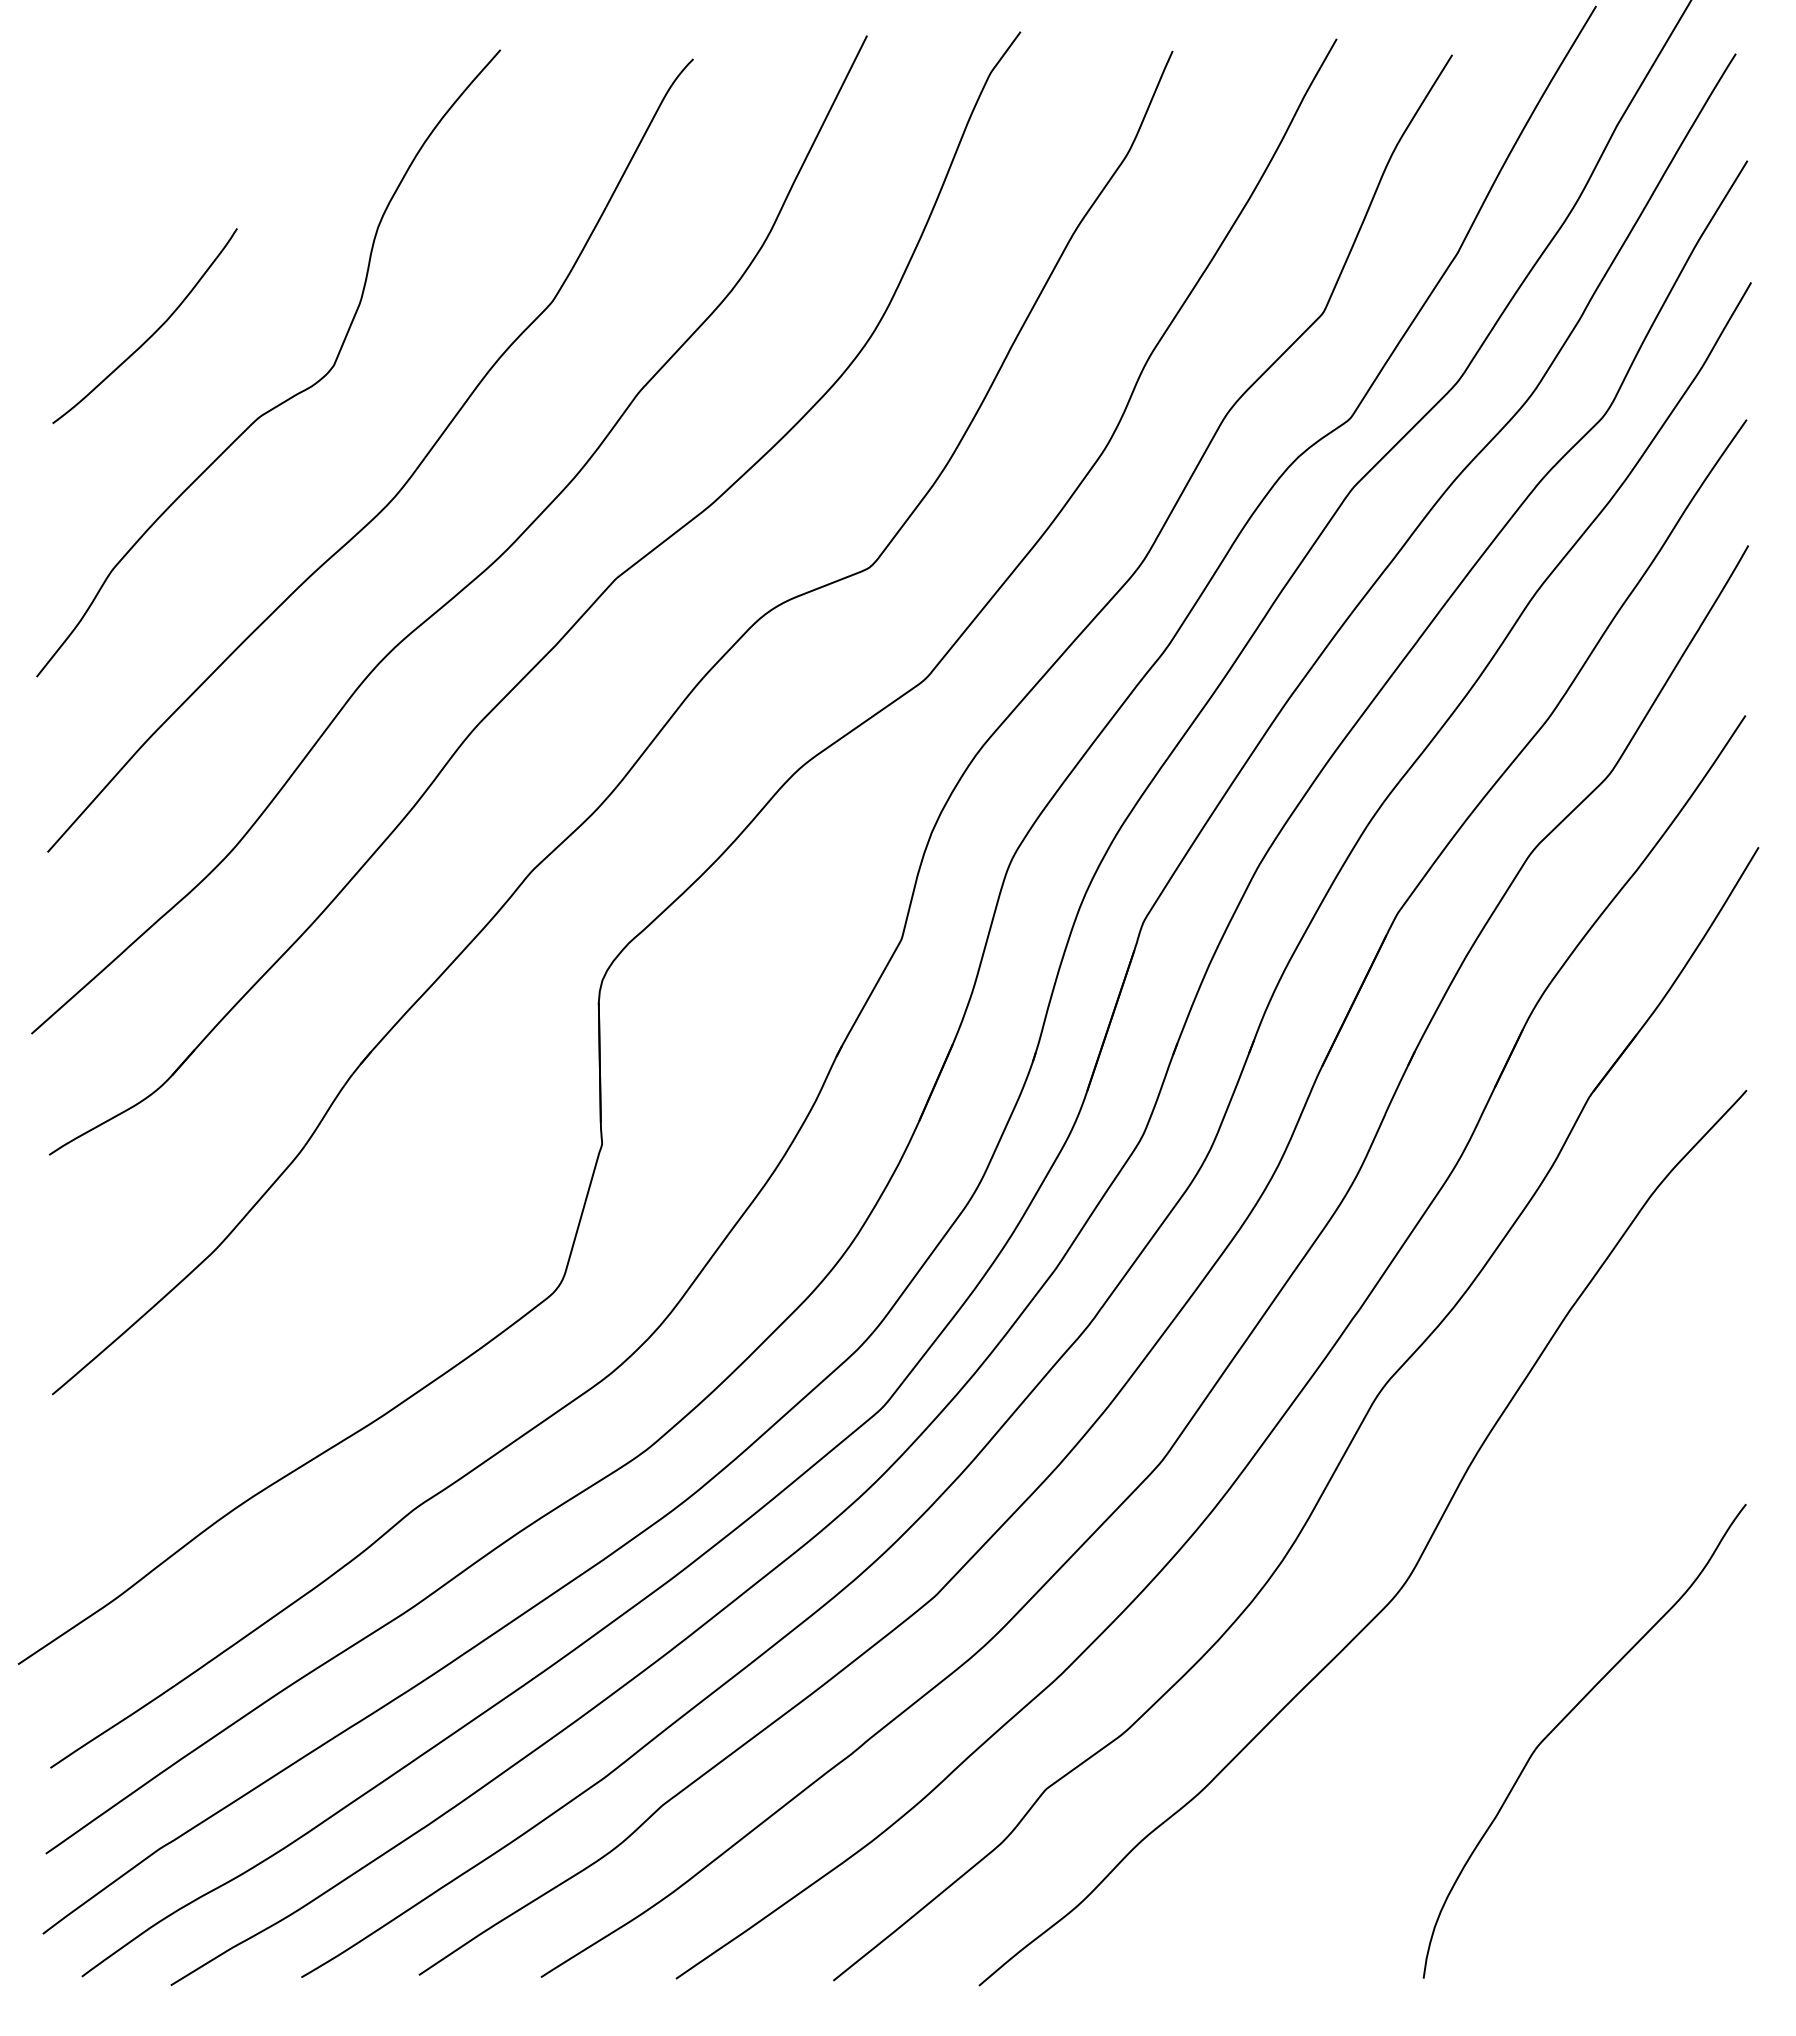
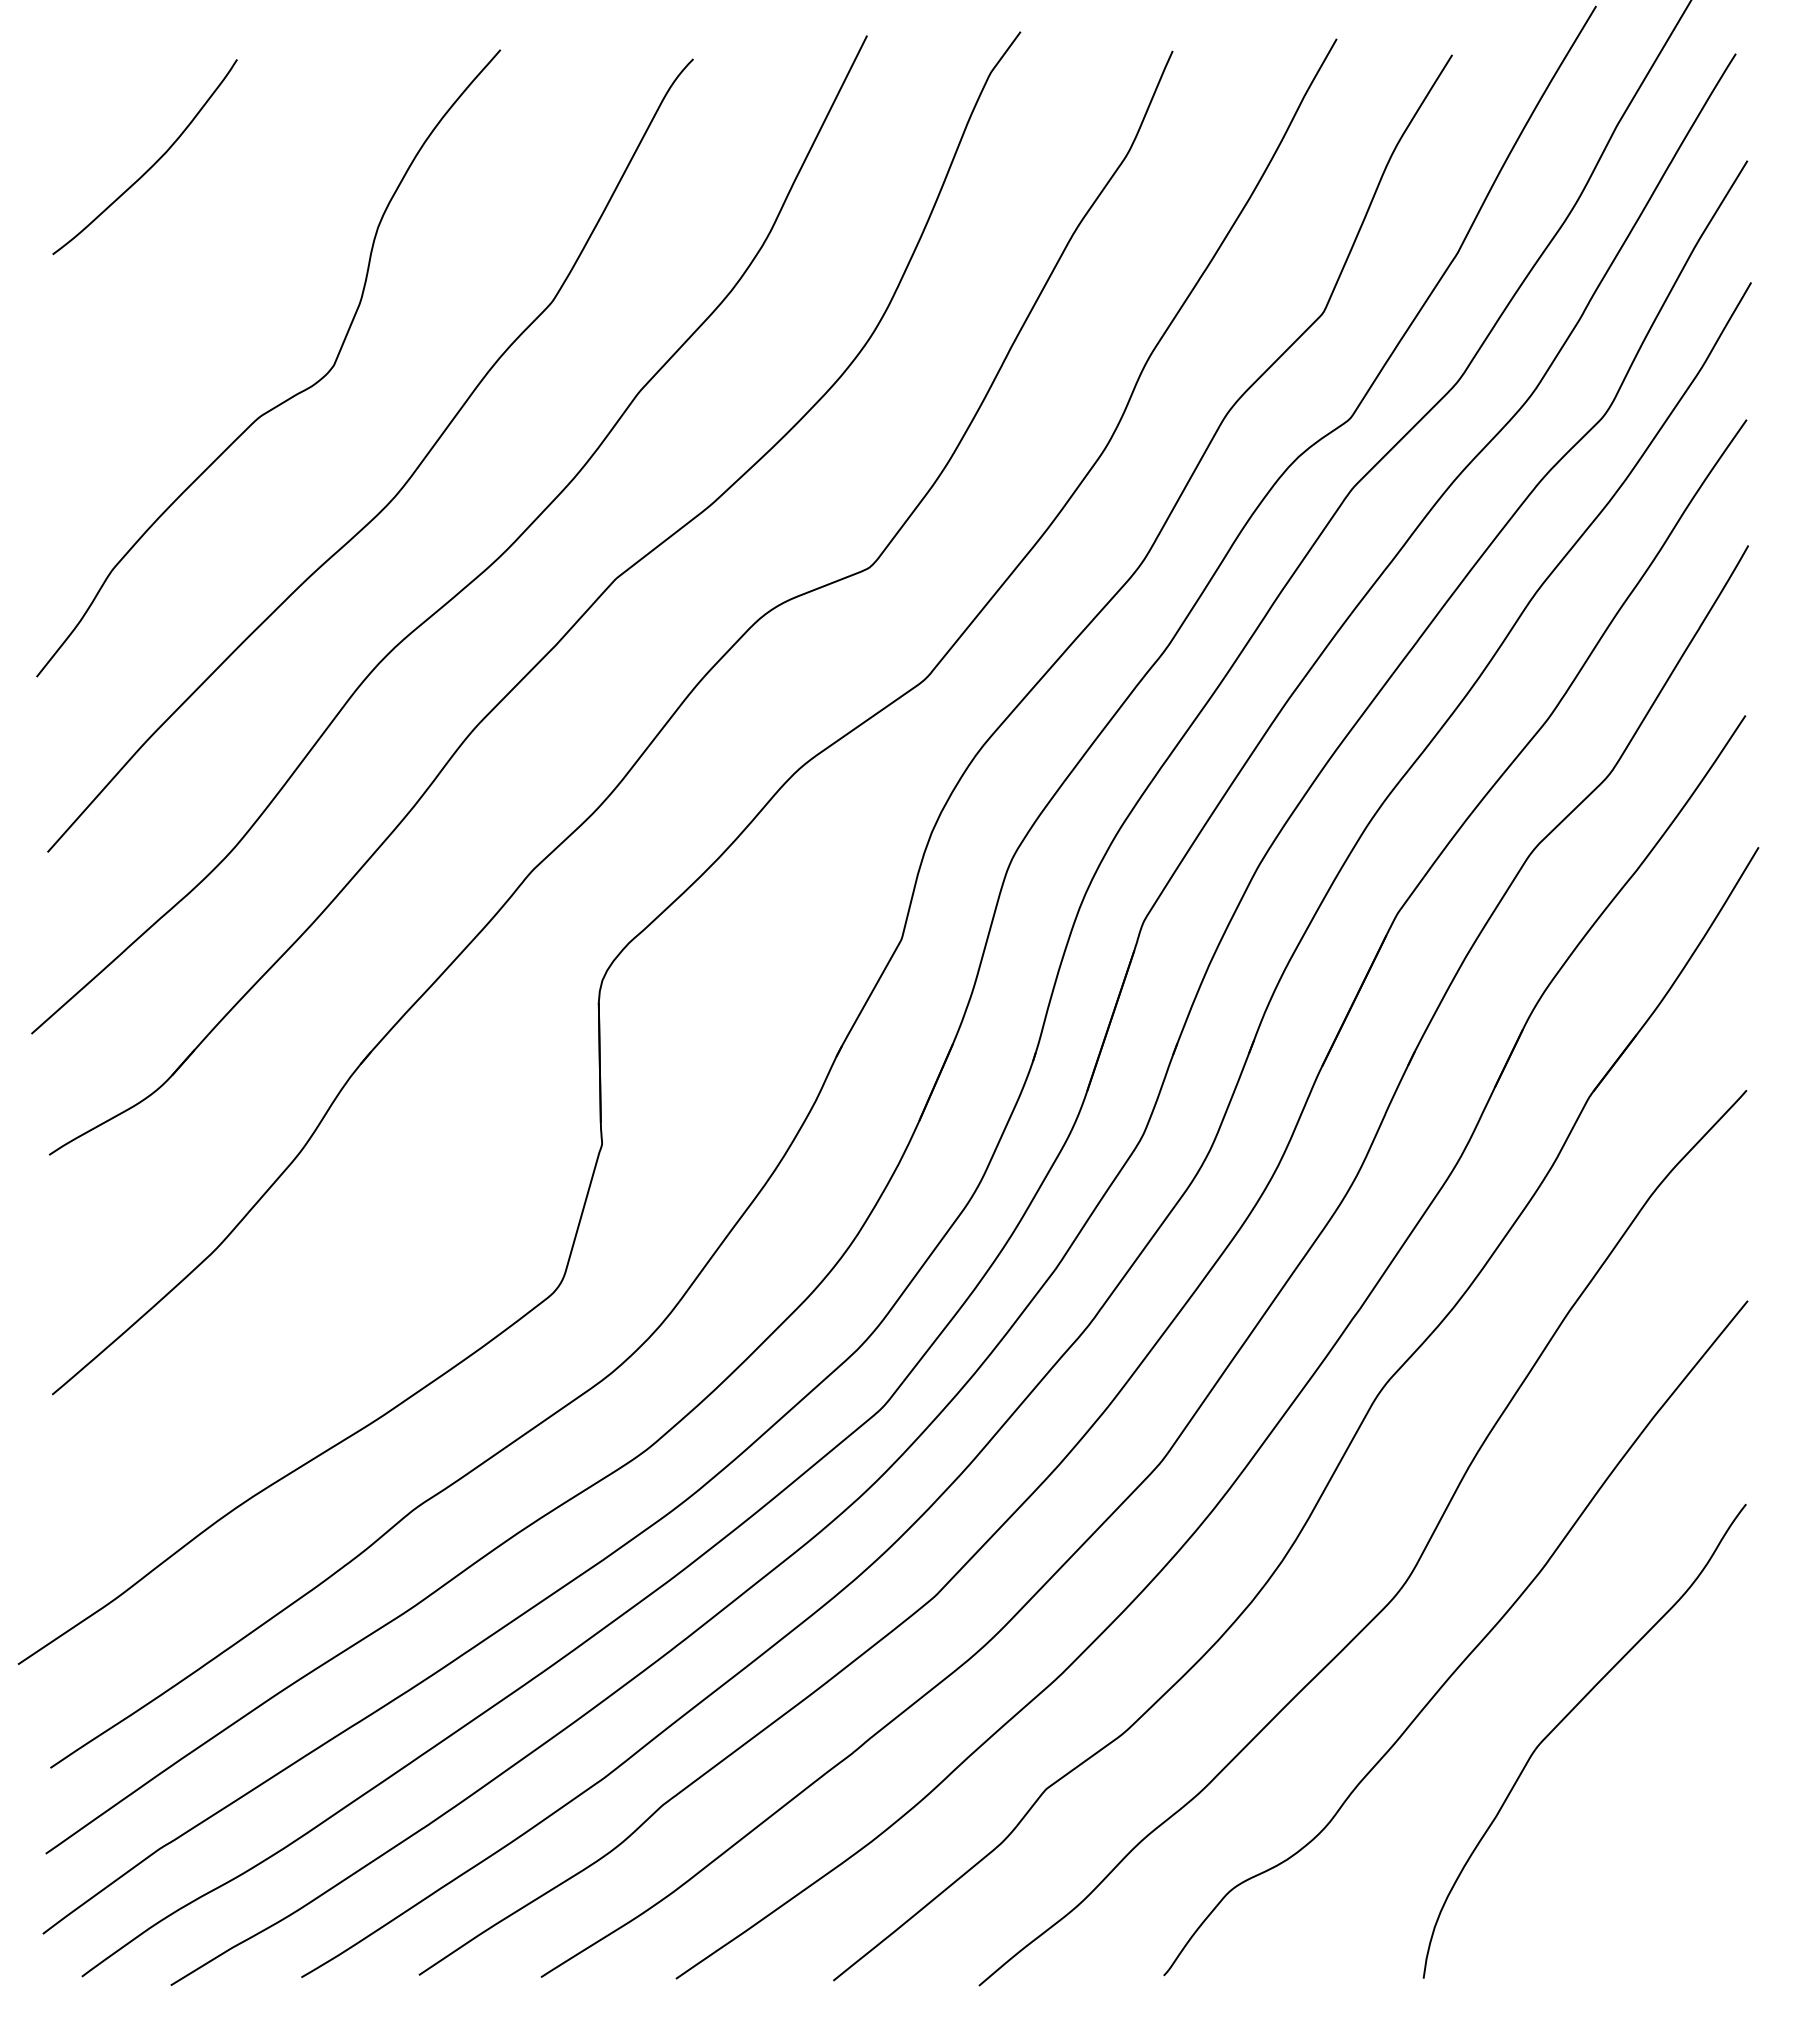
curve at (152, 333) position: (152, 333) -> (152, 164)
curve at (1472, 1649): none -> present
